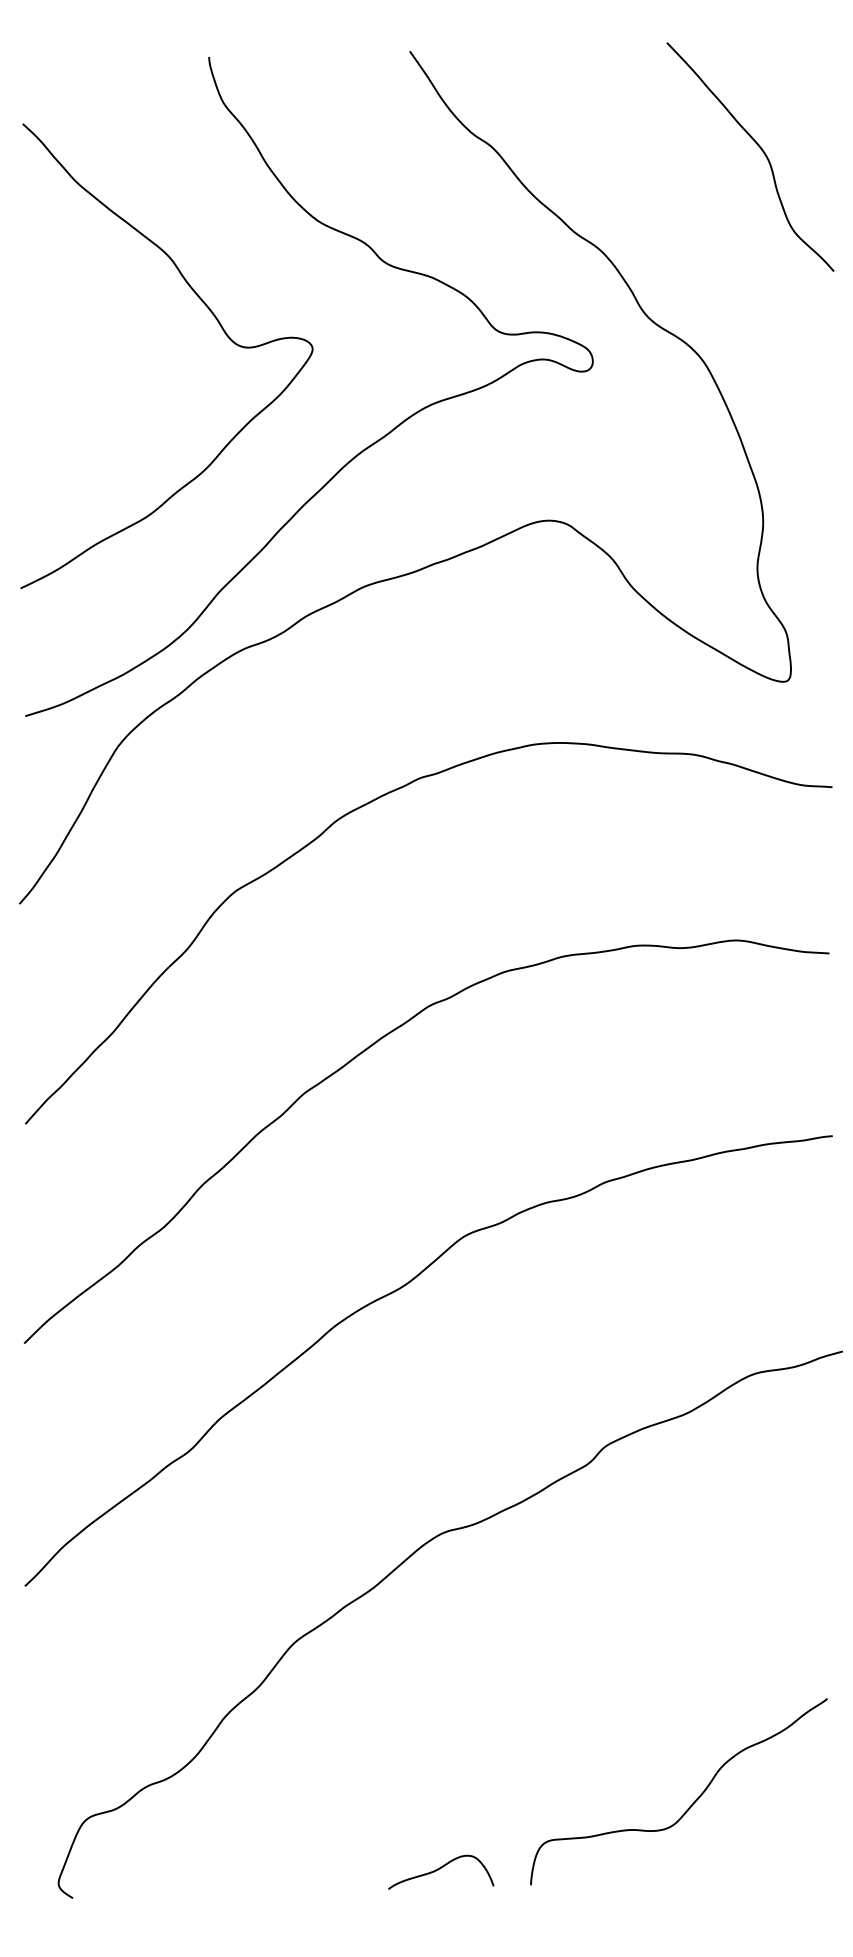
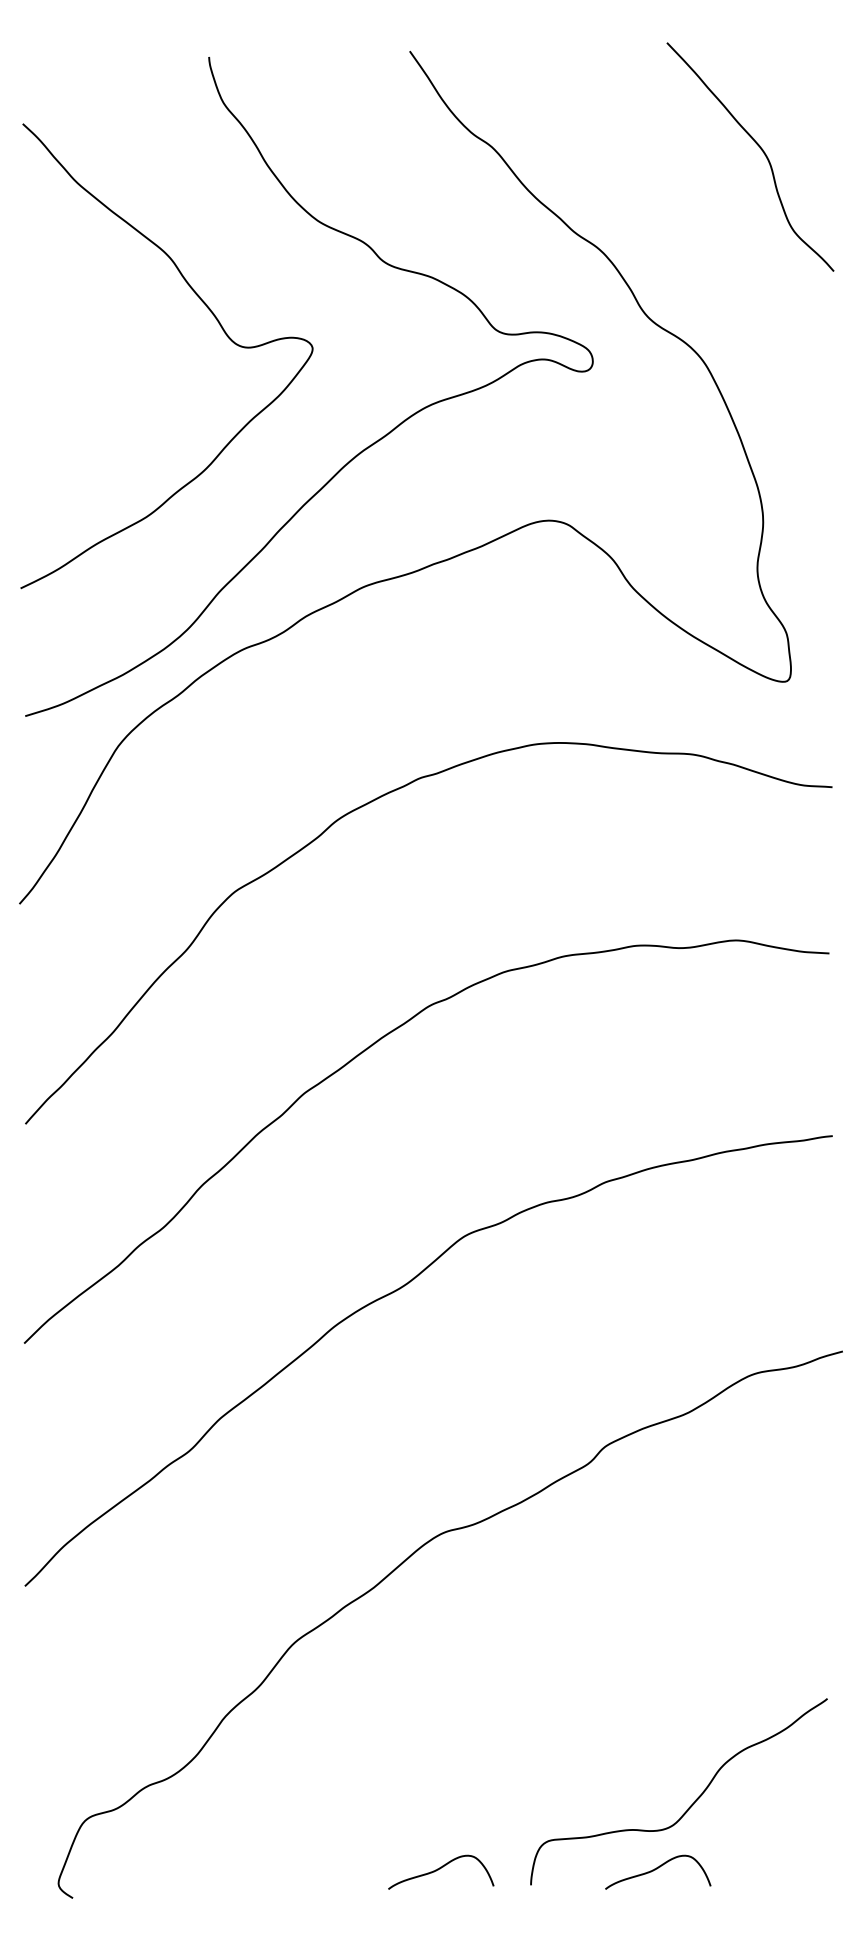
curve at (657, 1869): none -> present
